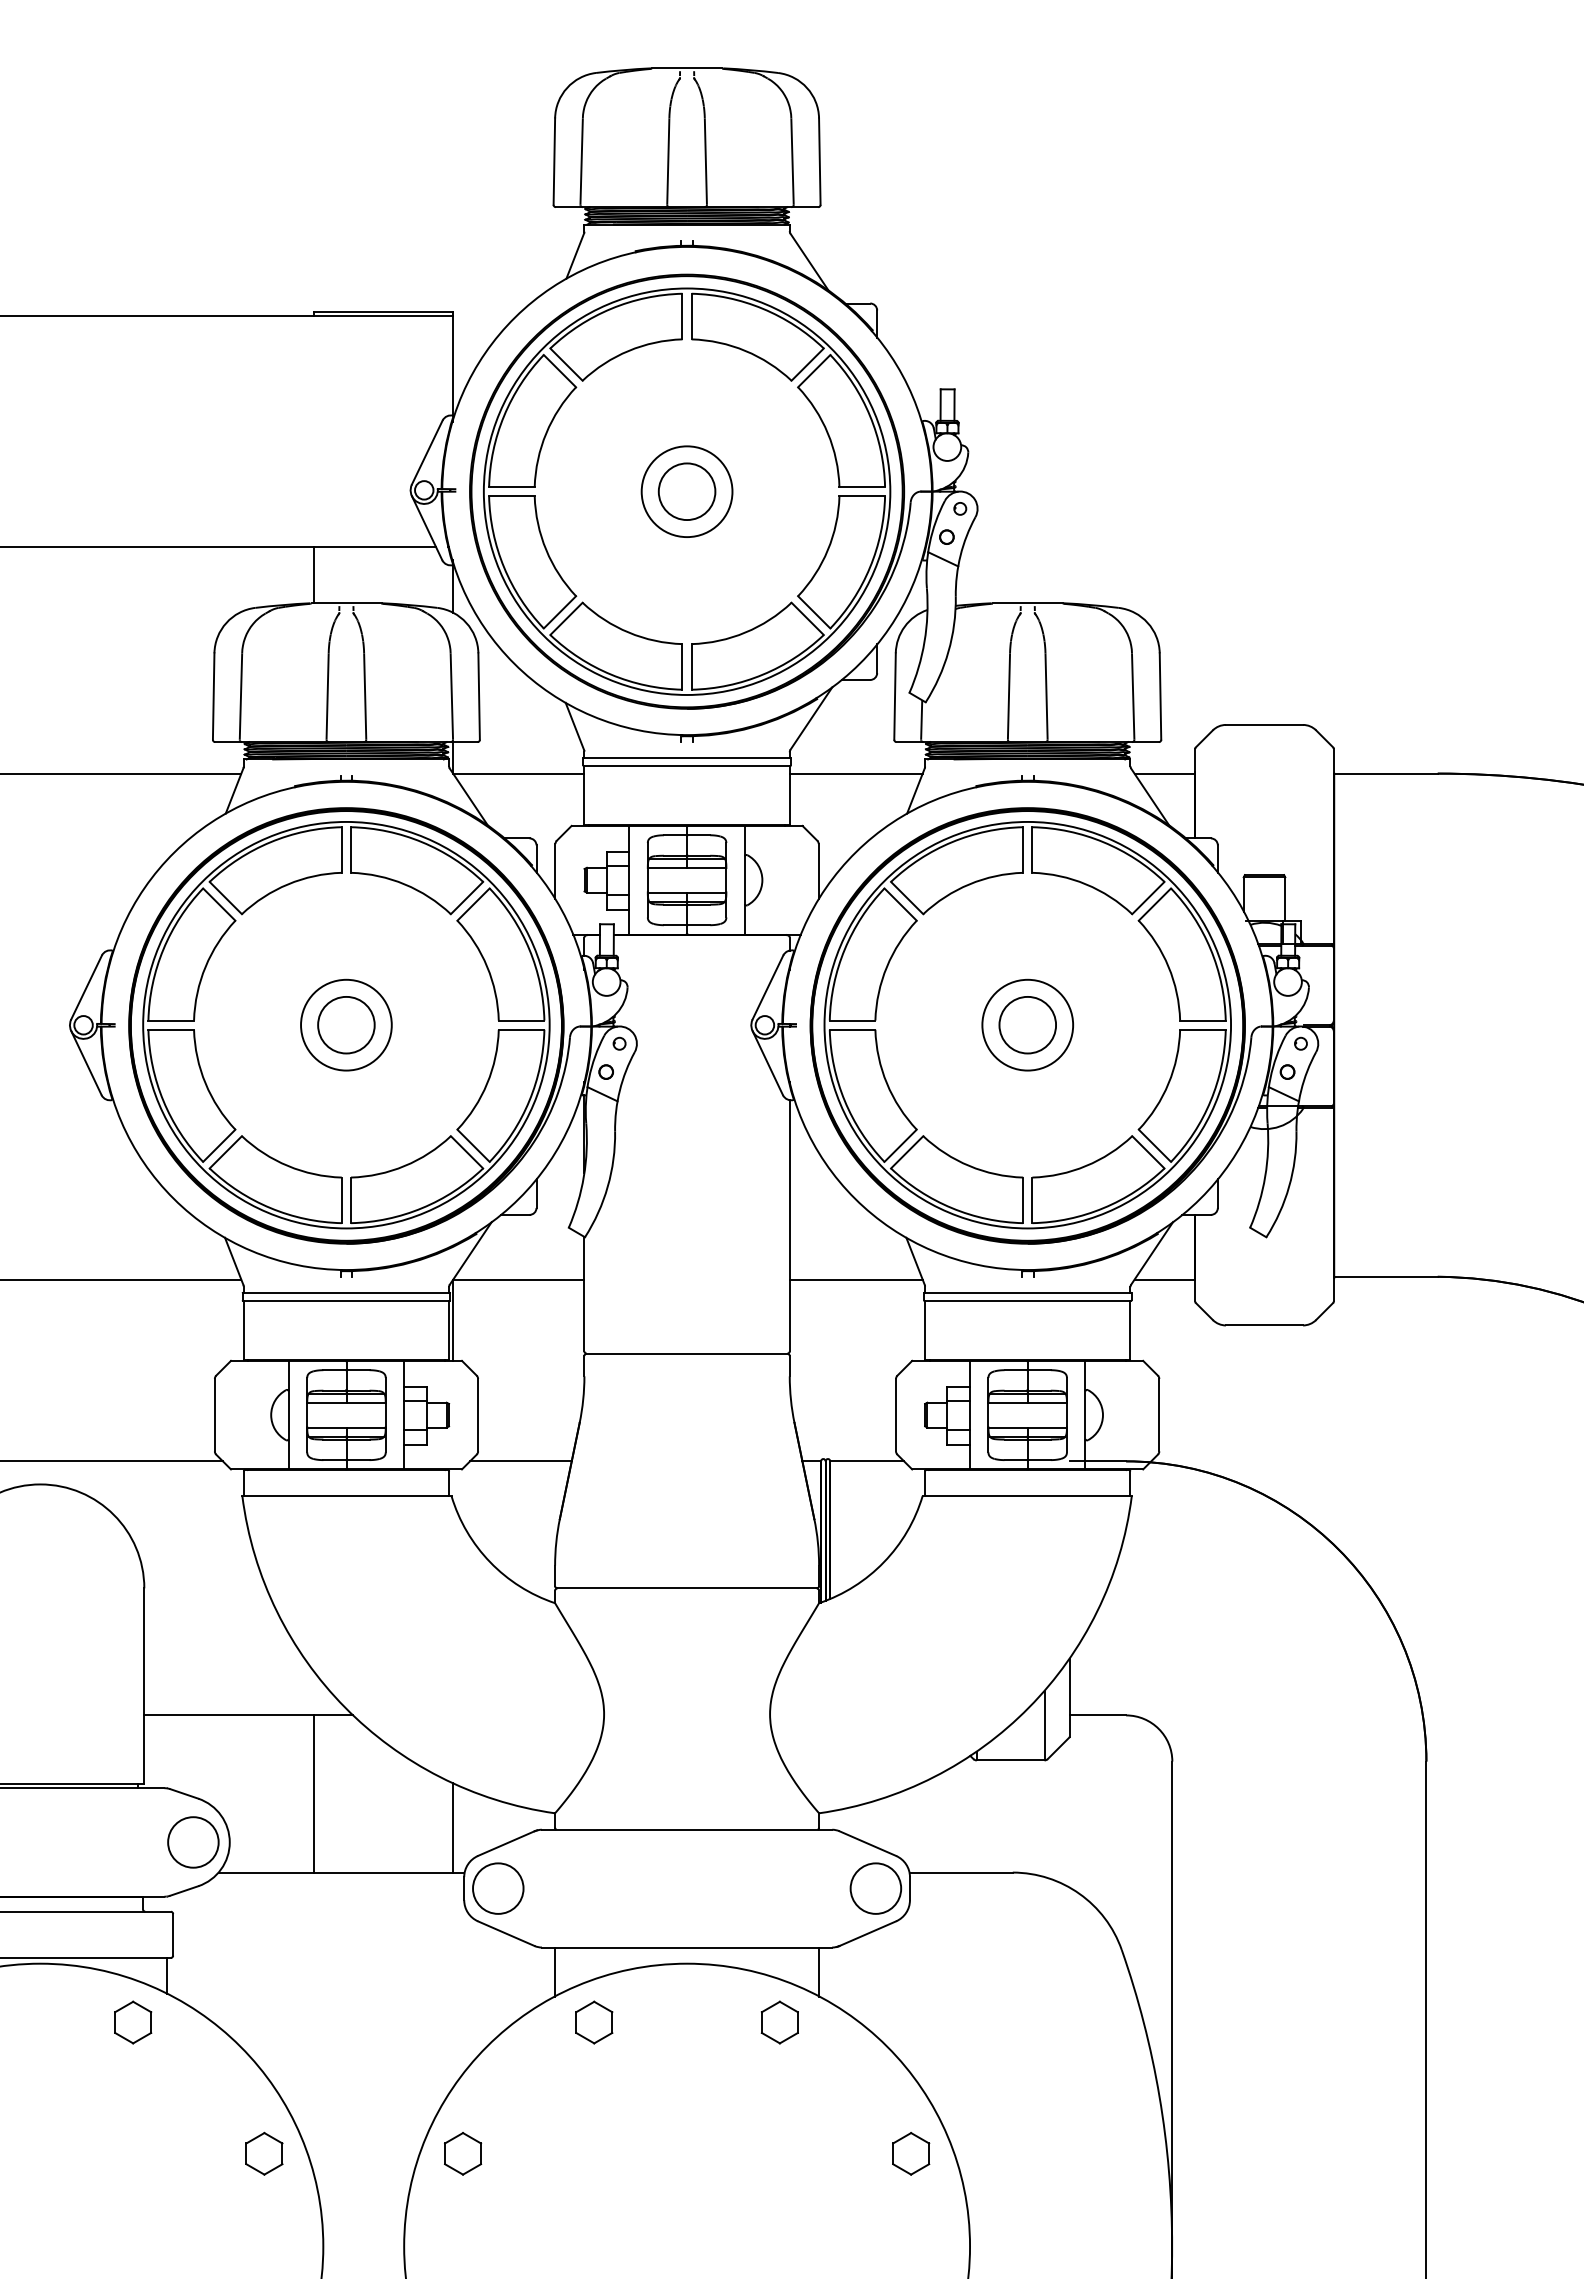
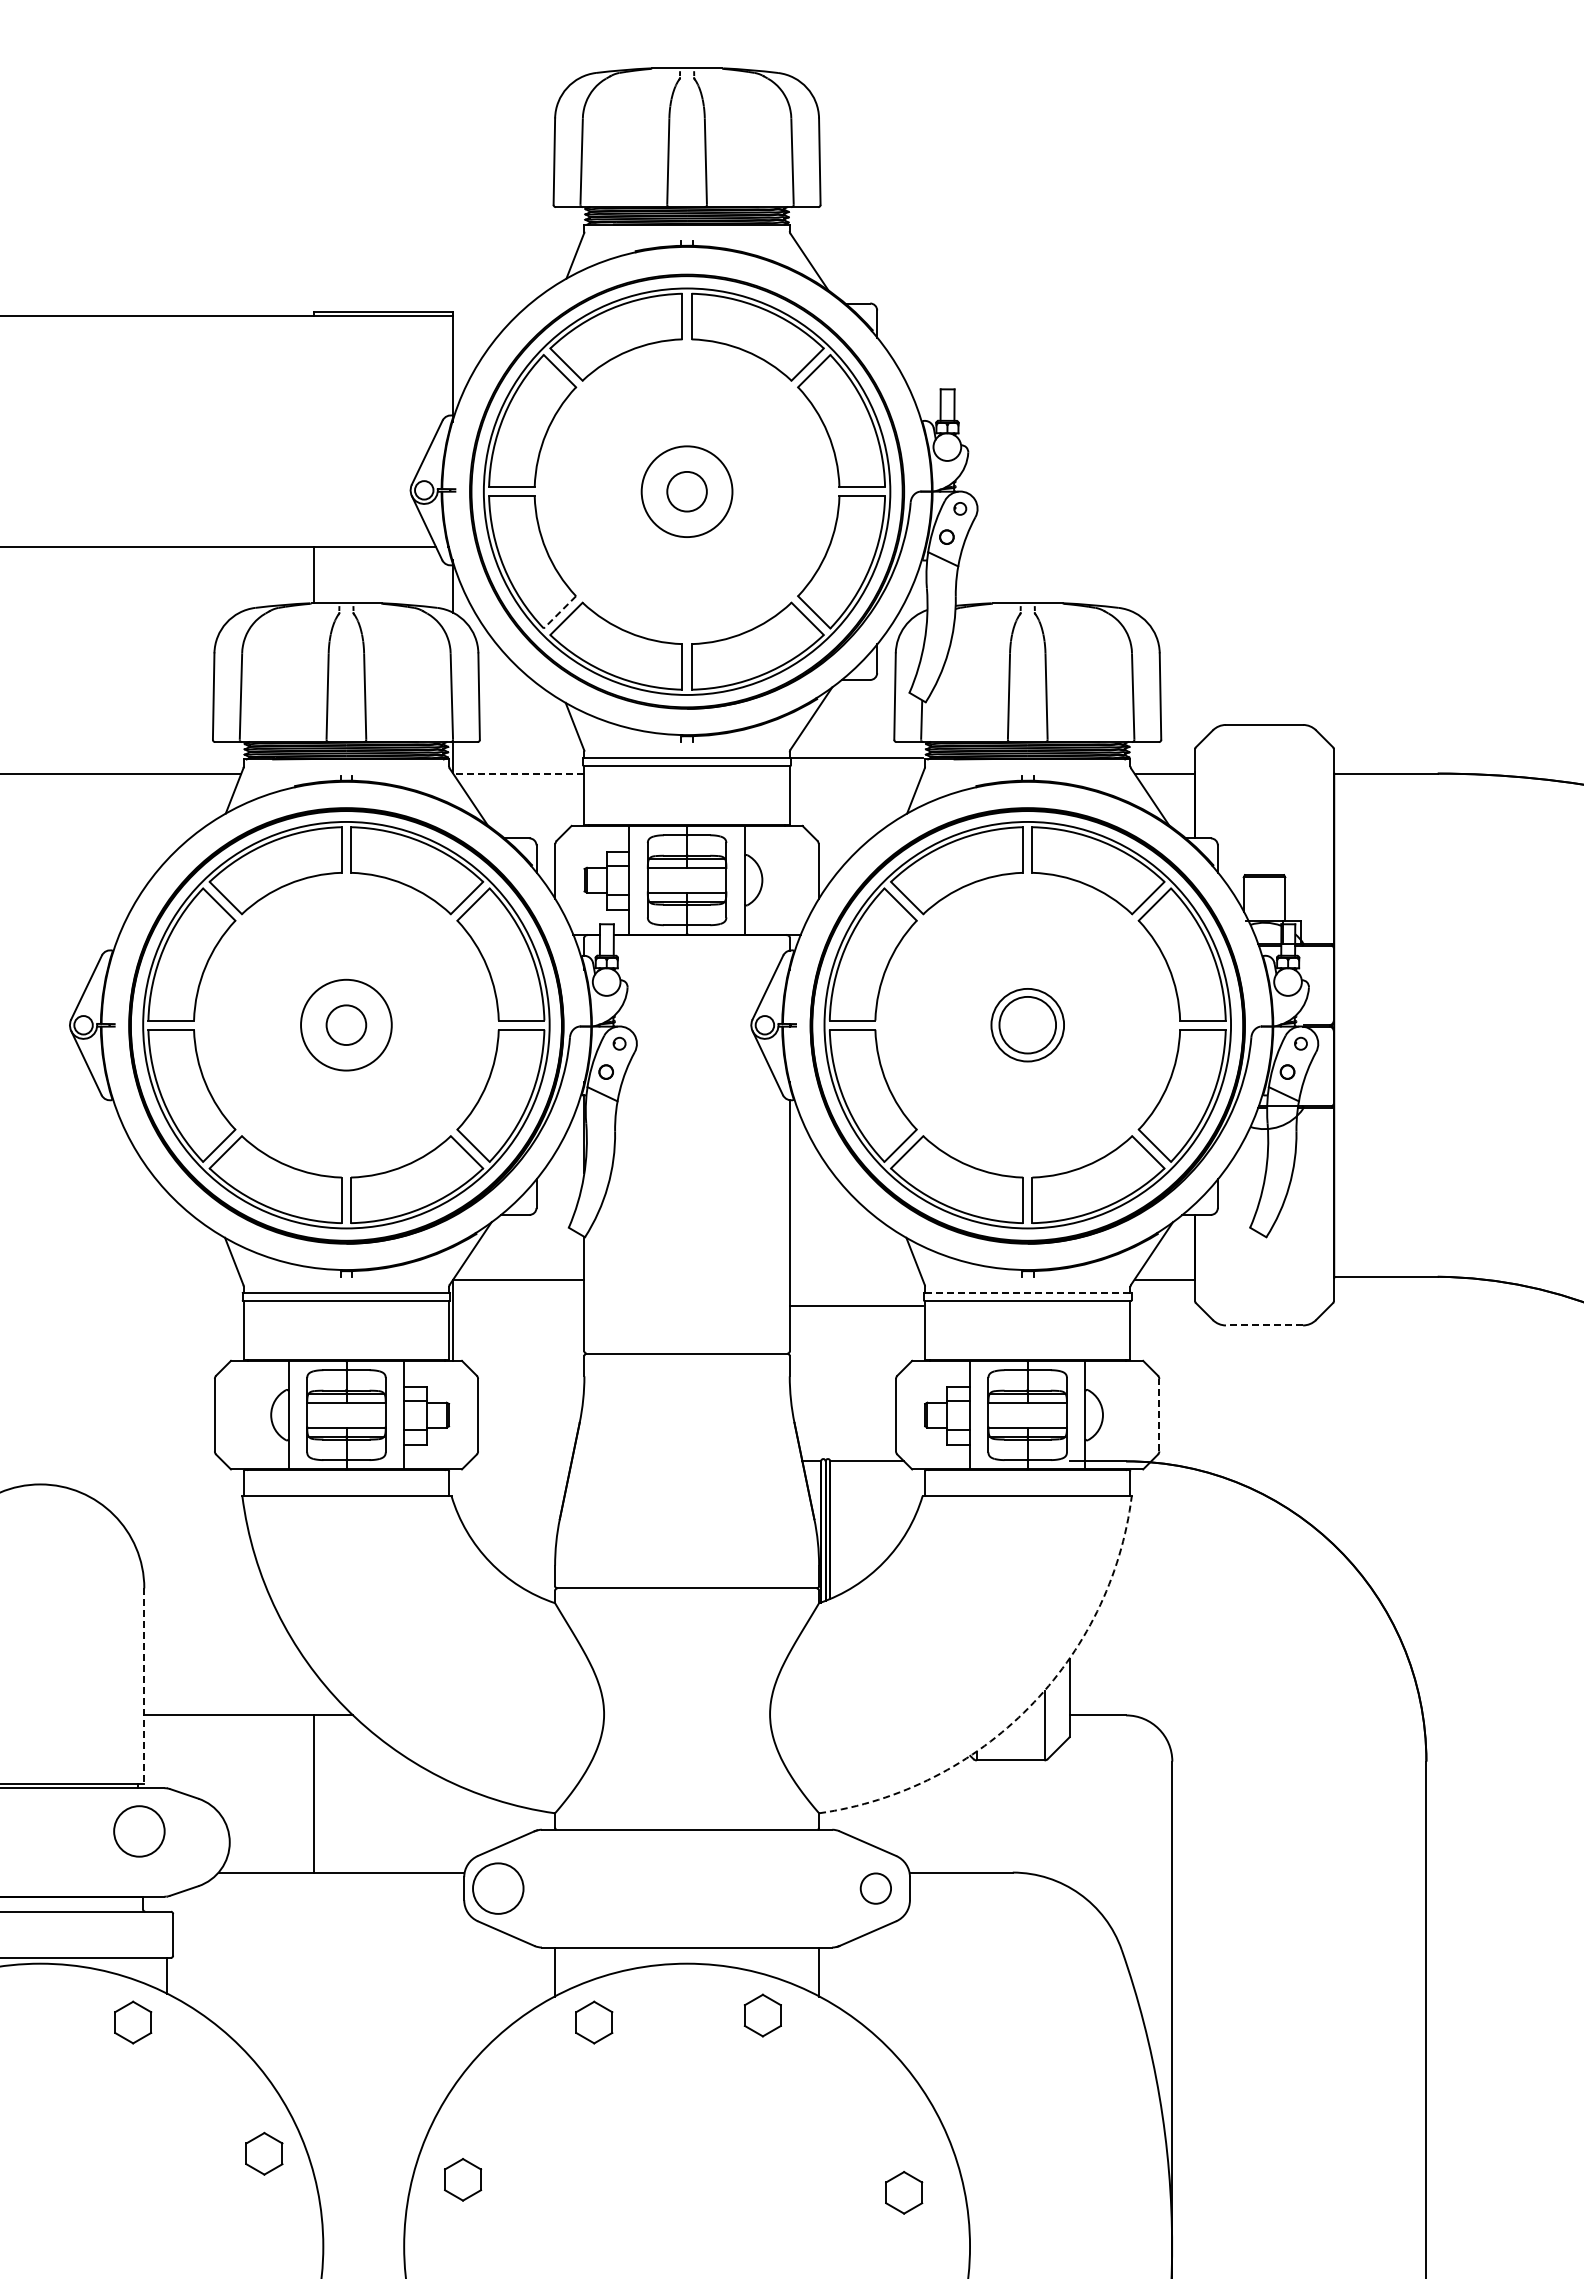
circle at (686, 491) diameter: 57 px -> 40 px
line at (559, 612): solid -> dashed
line at (518, 773): solid -> dashed
line at (855, 773) position: (855, 773) -> (855, 757)
circle at (346, 1024) diameter: 57 px -> 40 px
circle at (1027, 1024) diameter: 91 px -> 73 px
line at (121, 1279): present -> none
line at (855, 1279) position: (855, 1279) -> (855, 1305)
line at (1028, 1292): solid -> dashed
line at (1264, 1325): solid -> dashed
line at (1159, 1414): solid -> dashed
line at (112, 1461): present -> none
line at (520, 1461): present -> none
line at (144, 1686): solid -> dashed
arc at (1029, 1707): solid -> dashed
line at (452, 1827): present -> none
circle at (193, 1842) position: (193, 1842) -> (139, 1831)
circle at (875, 1888) diameter: 51 px -> 30 px
part at (779, 2022) position: (779, 2022) -> (762, 2015)
part at (463, 2153) position: (463, 2153) -> (463, 2179)
part at (911, 2153) position: (911, 2153) -> (904, 2192)
